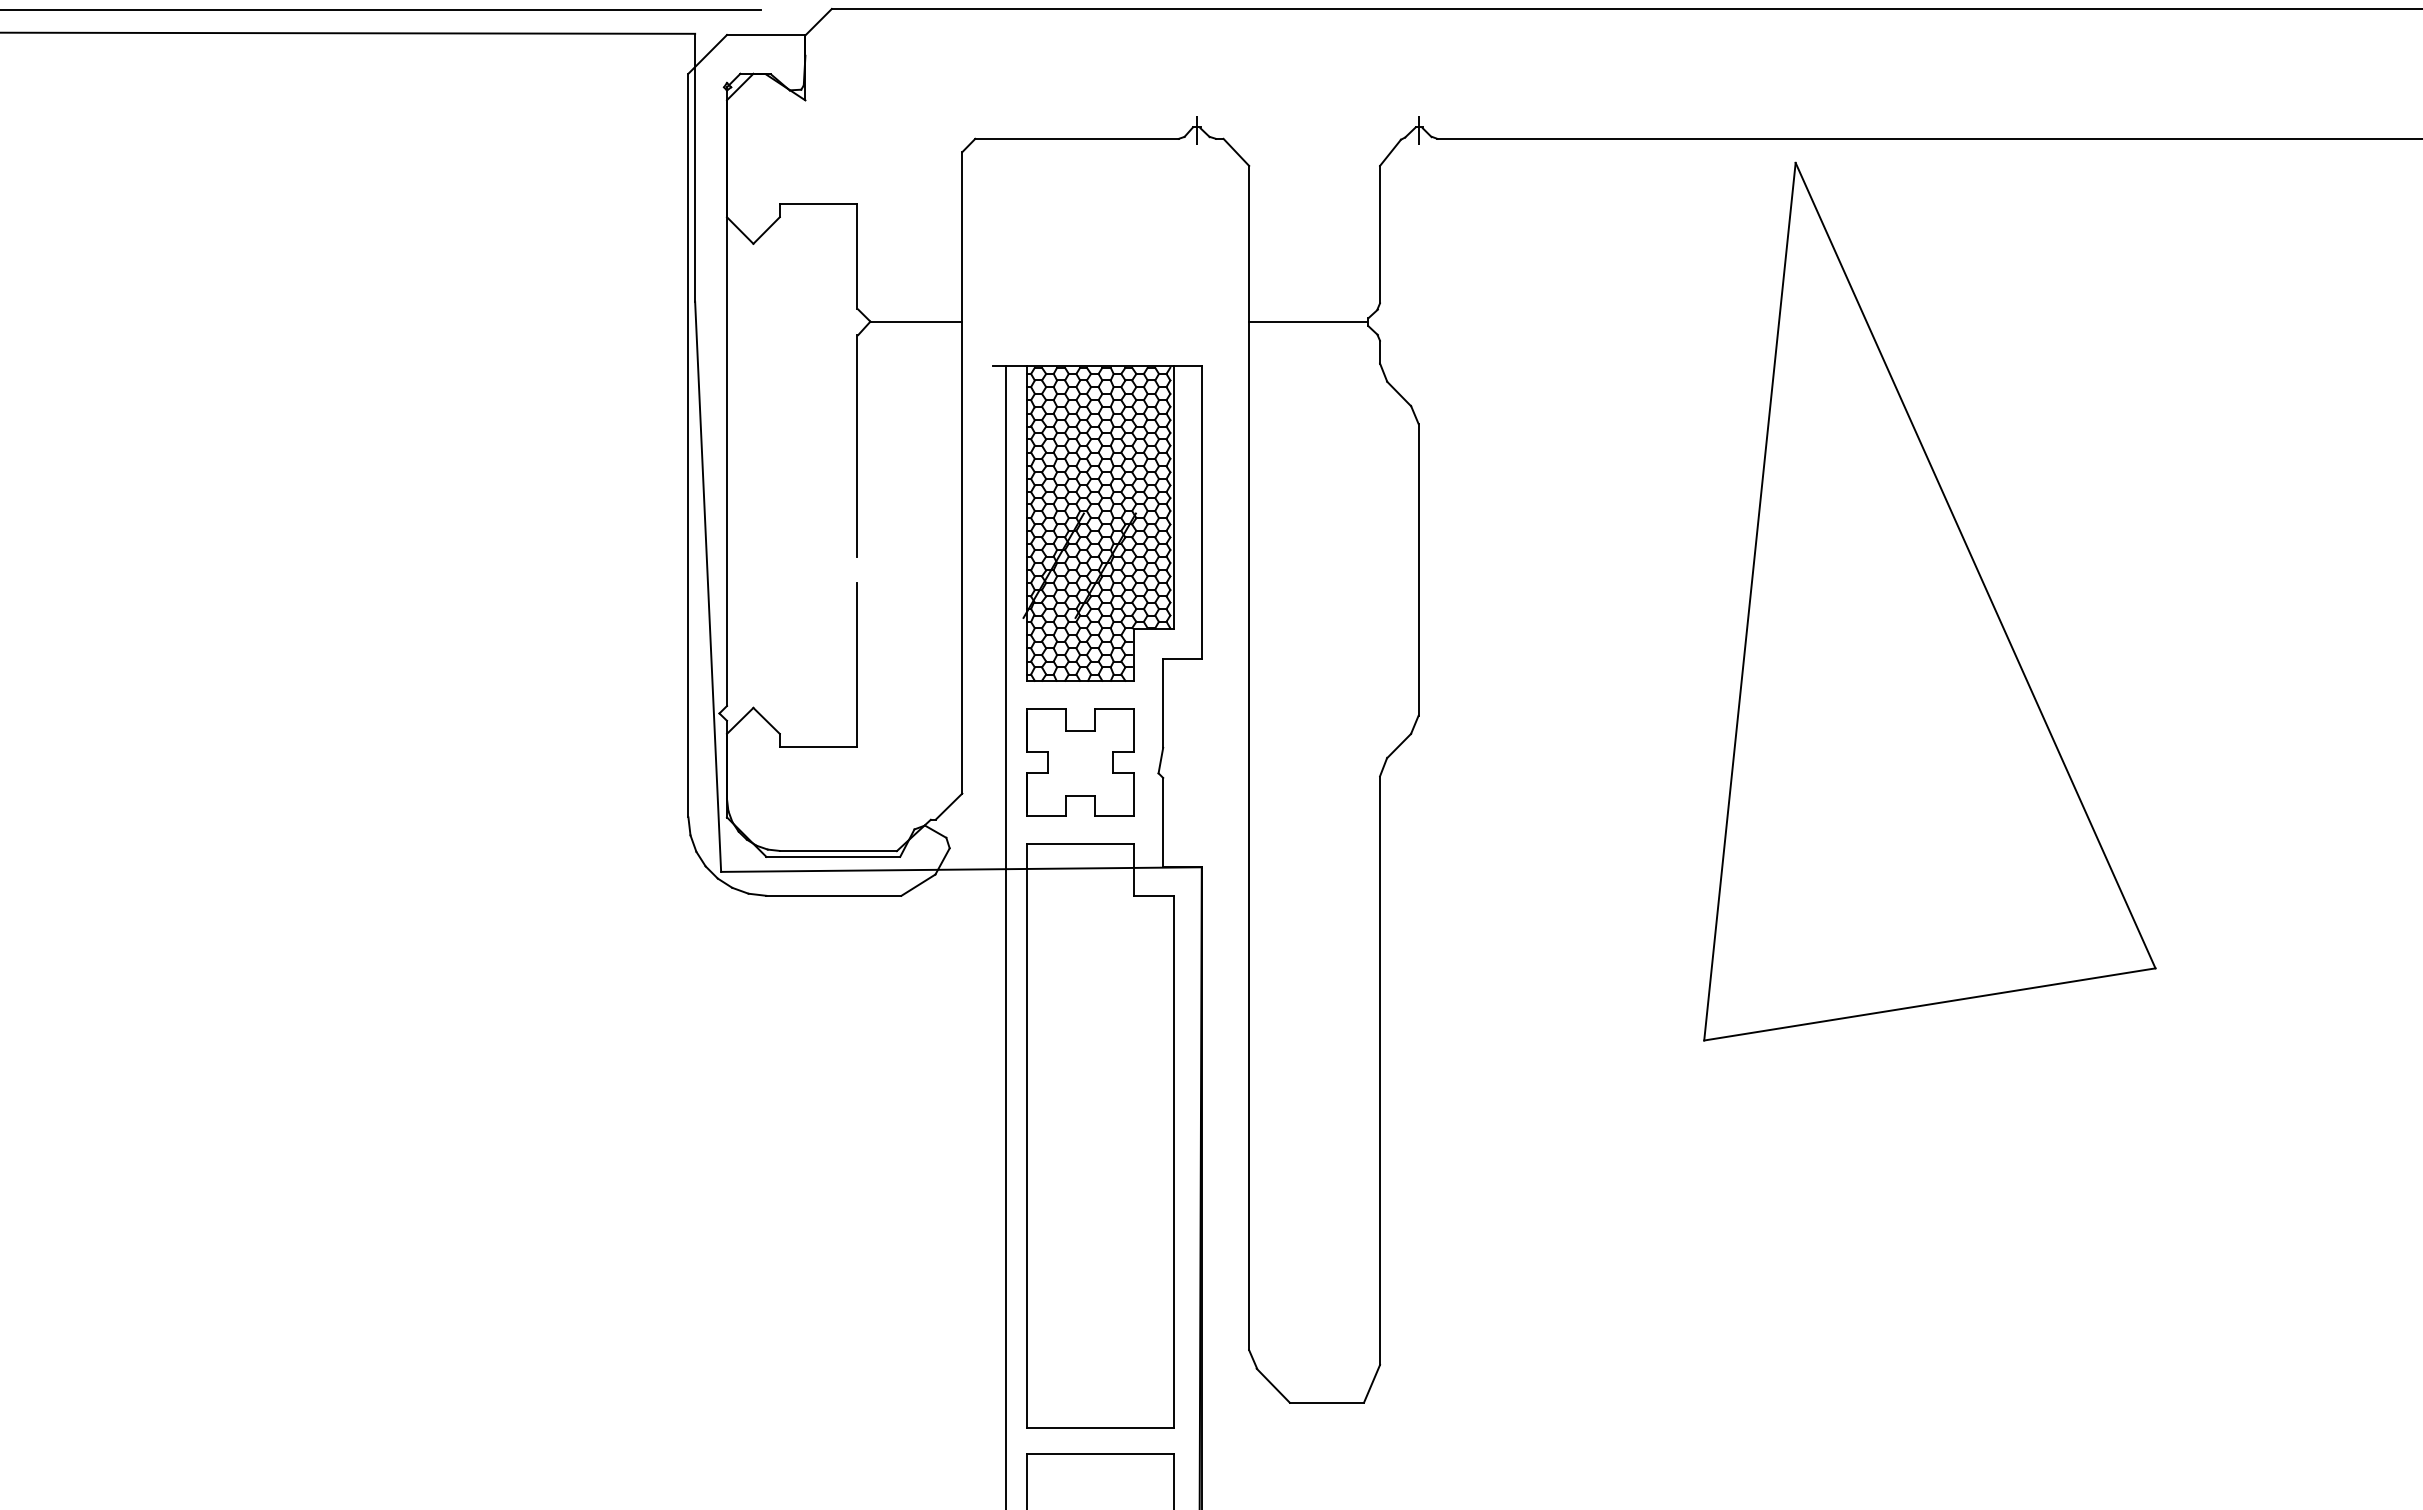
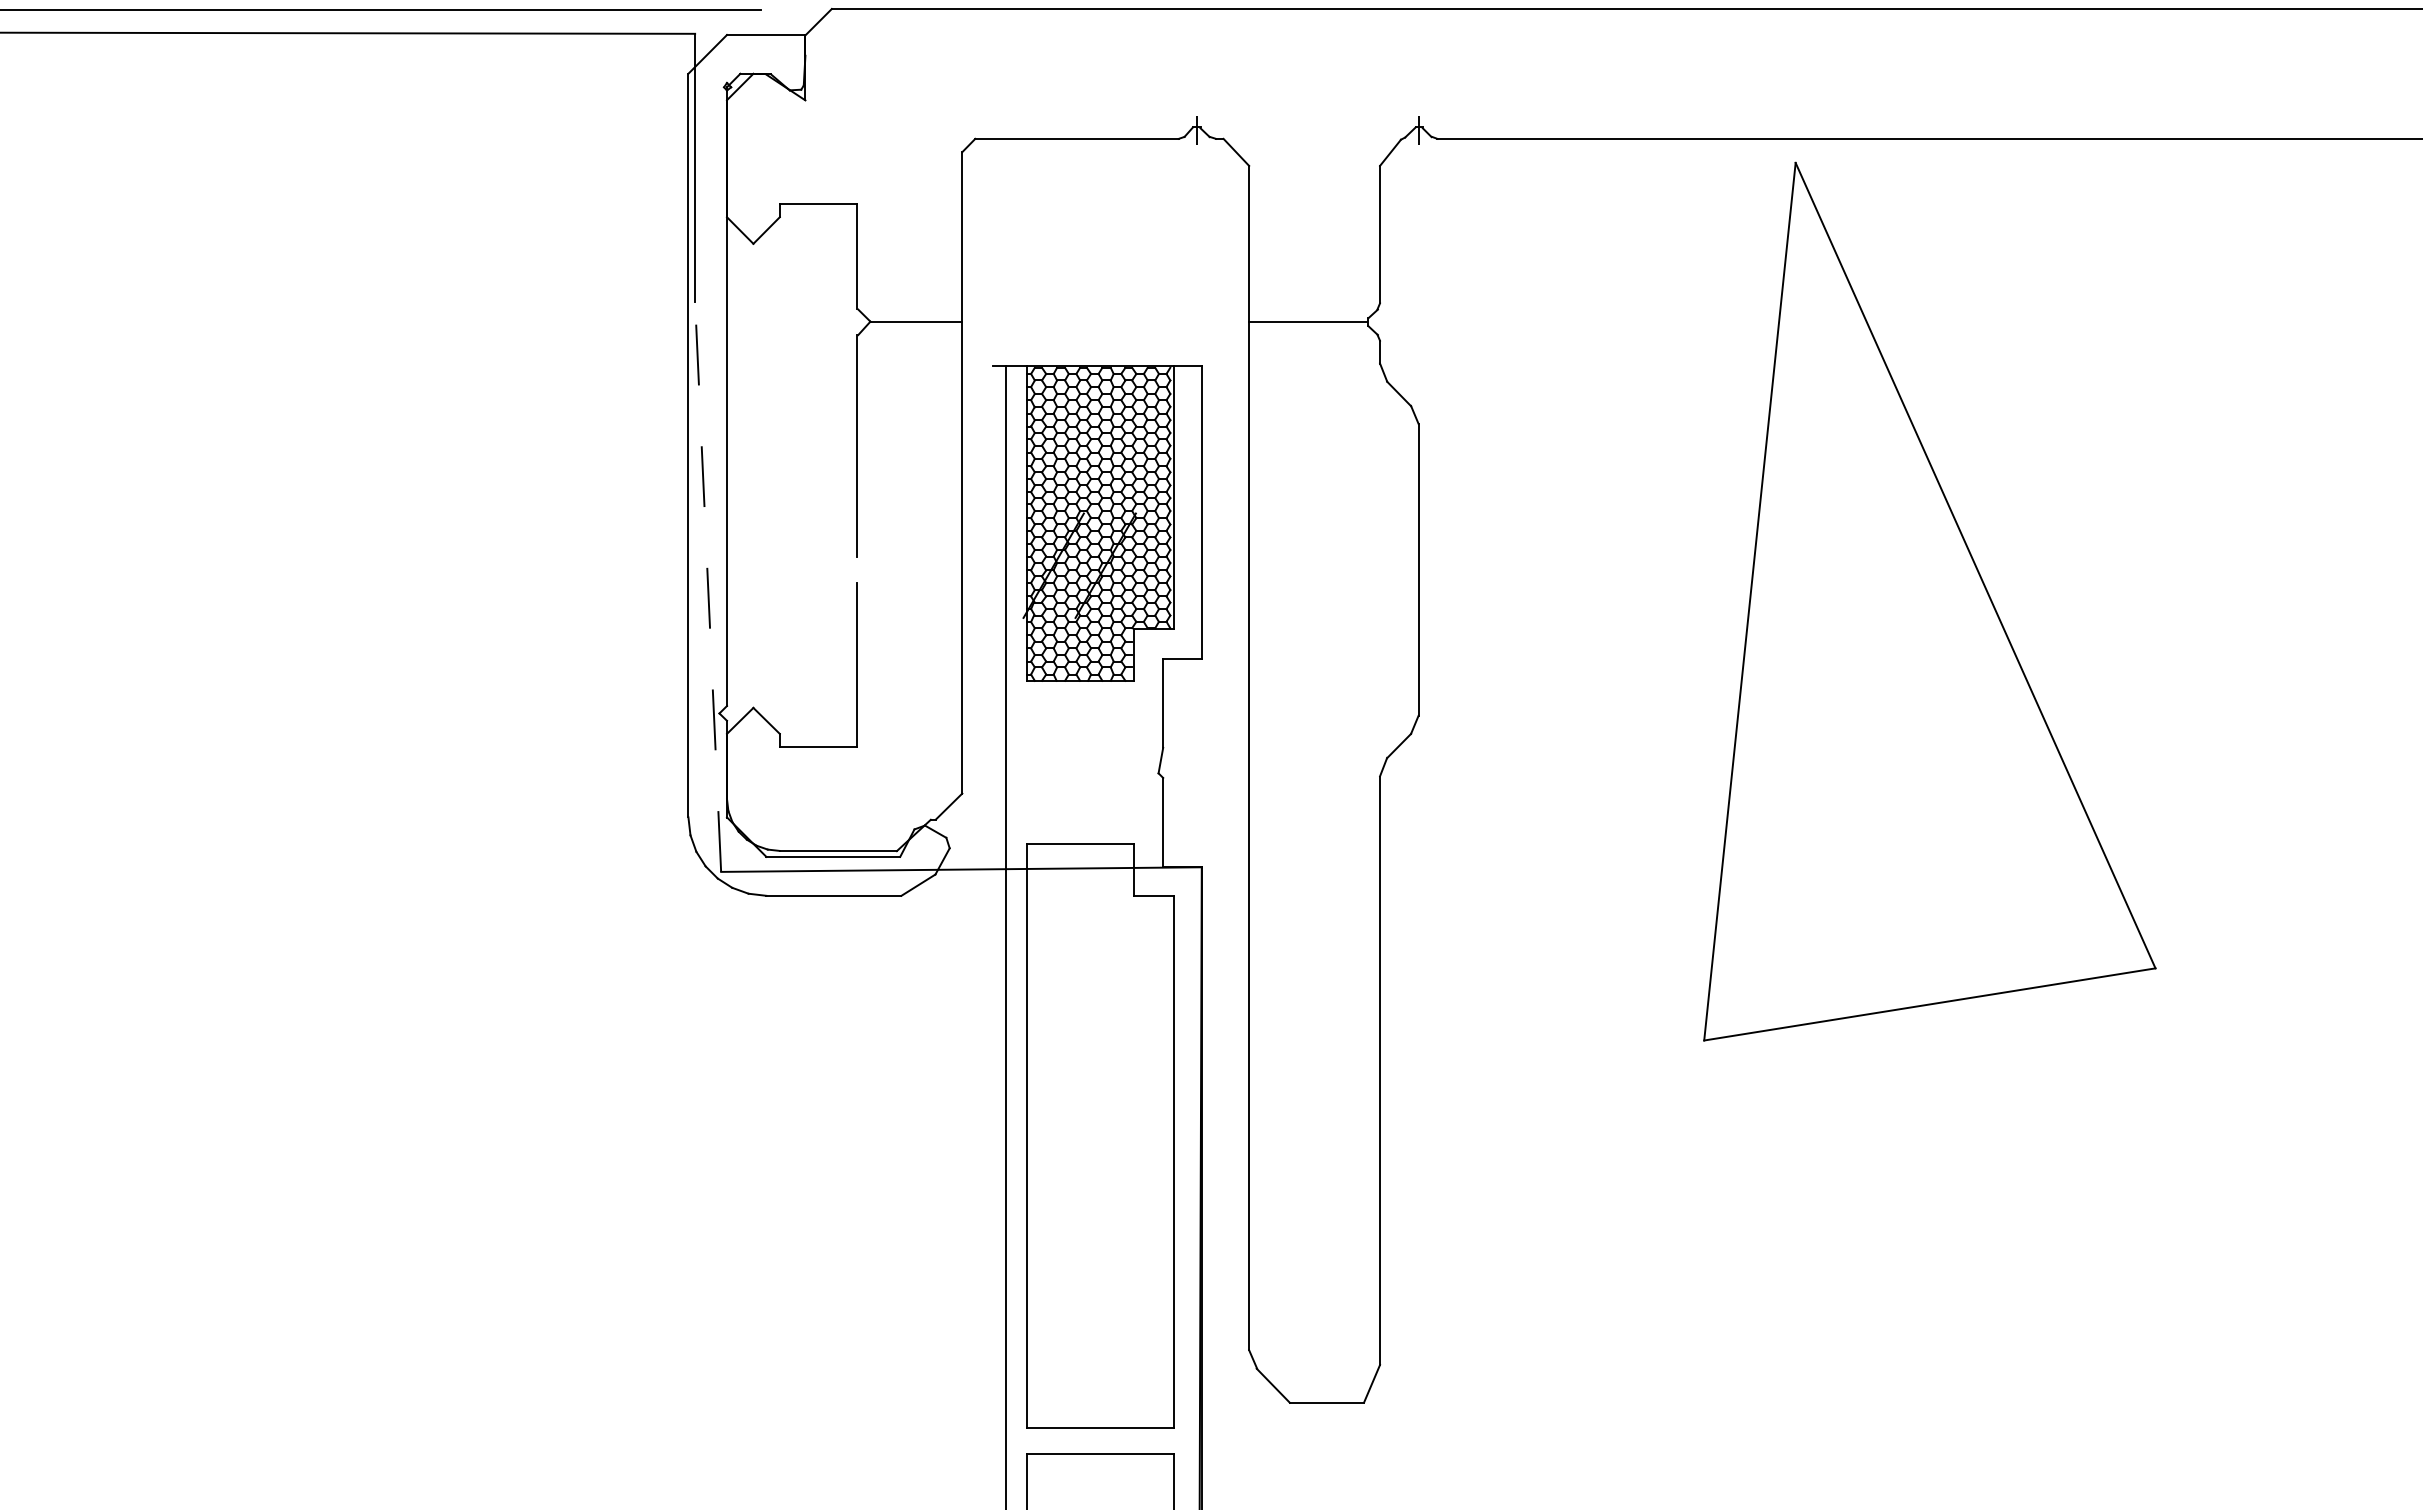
line at (708, 586): solid -> dashed
part at (1080, 762): present -> none
